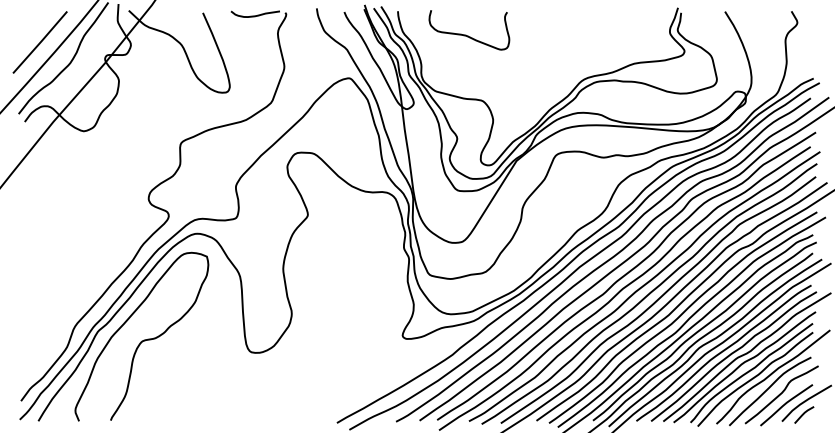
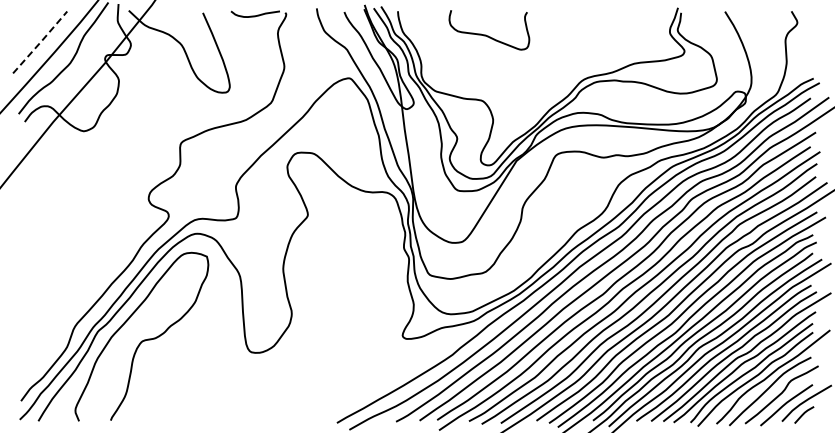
curve at (466, 34) position: (466, 34) -> (486, 34)
line at (40, 42): solid -> dashed
